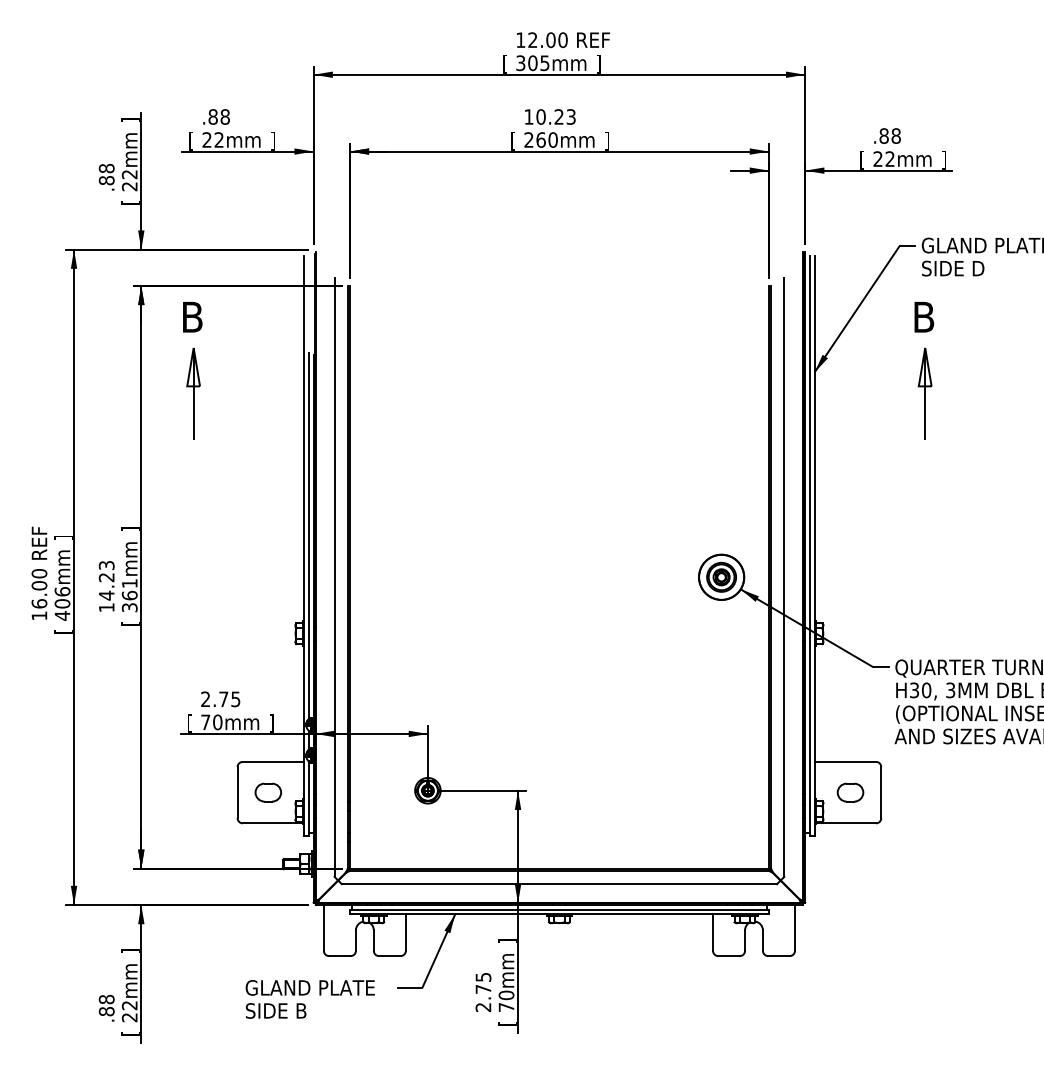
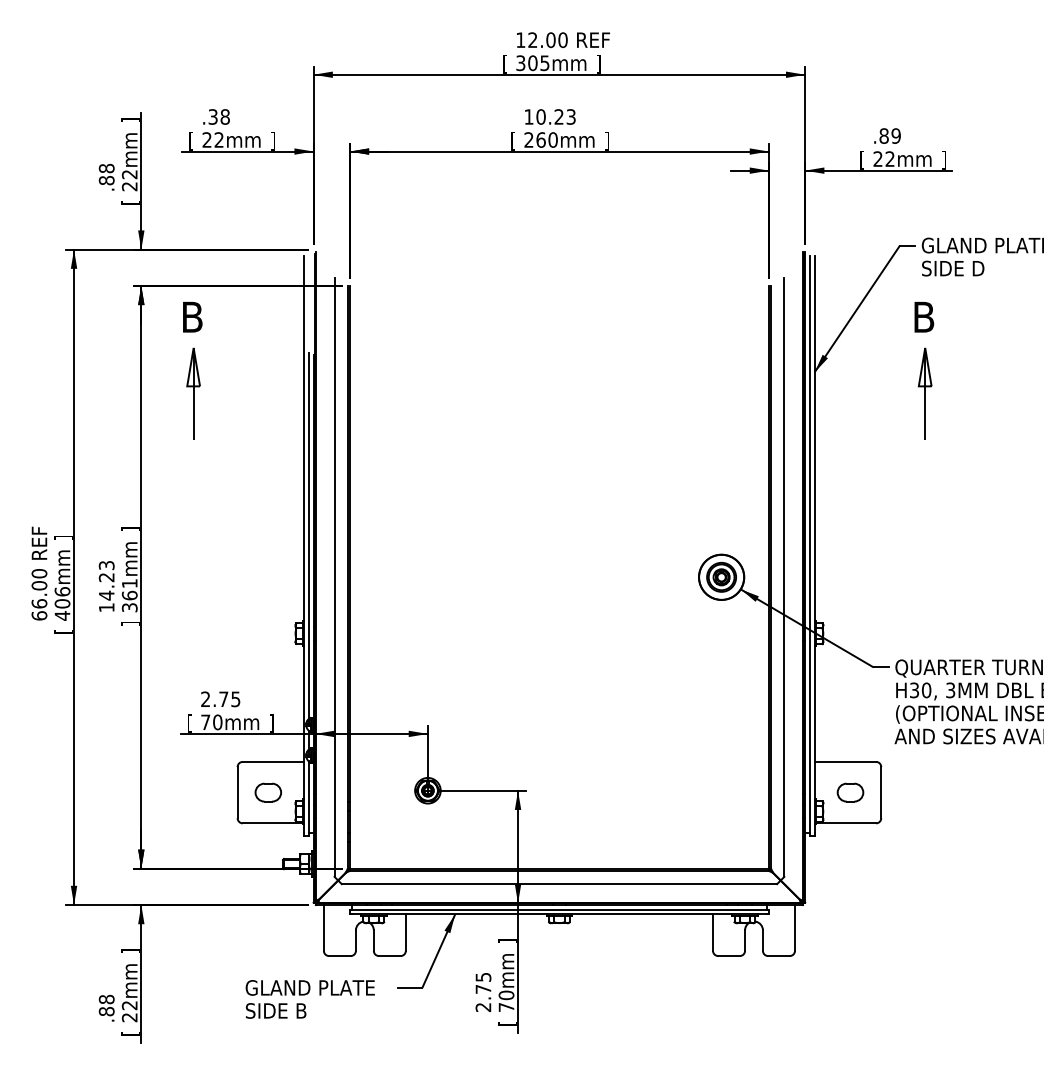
text at (212, 116): .88 -> .38
text at (895, 135): .88 -> .89
text at (39, 615): 16.00 -> 66.00
text at (130, 623): [ -> ]
